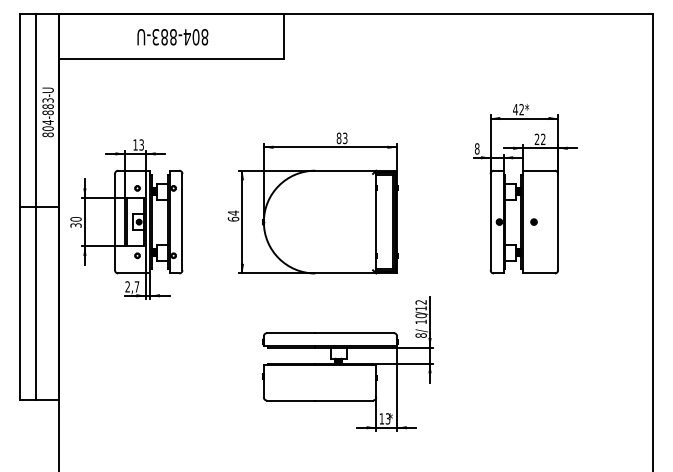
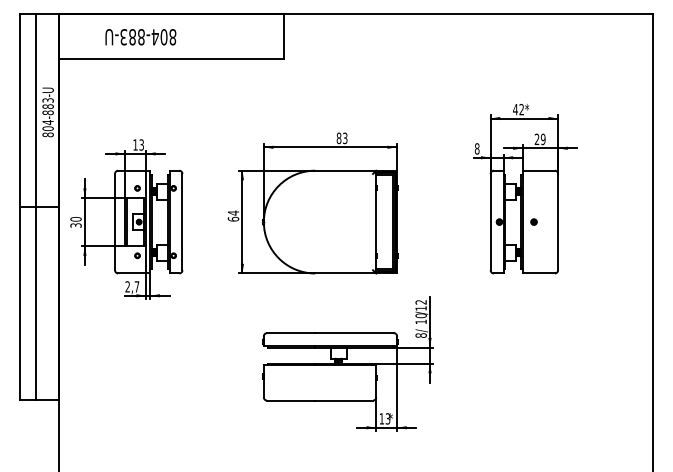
text at (172, 37) position: (172, 37) -> (140, 37)
text at (542, 139): 22 -> 29
